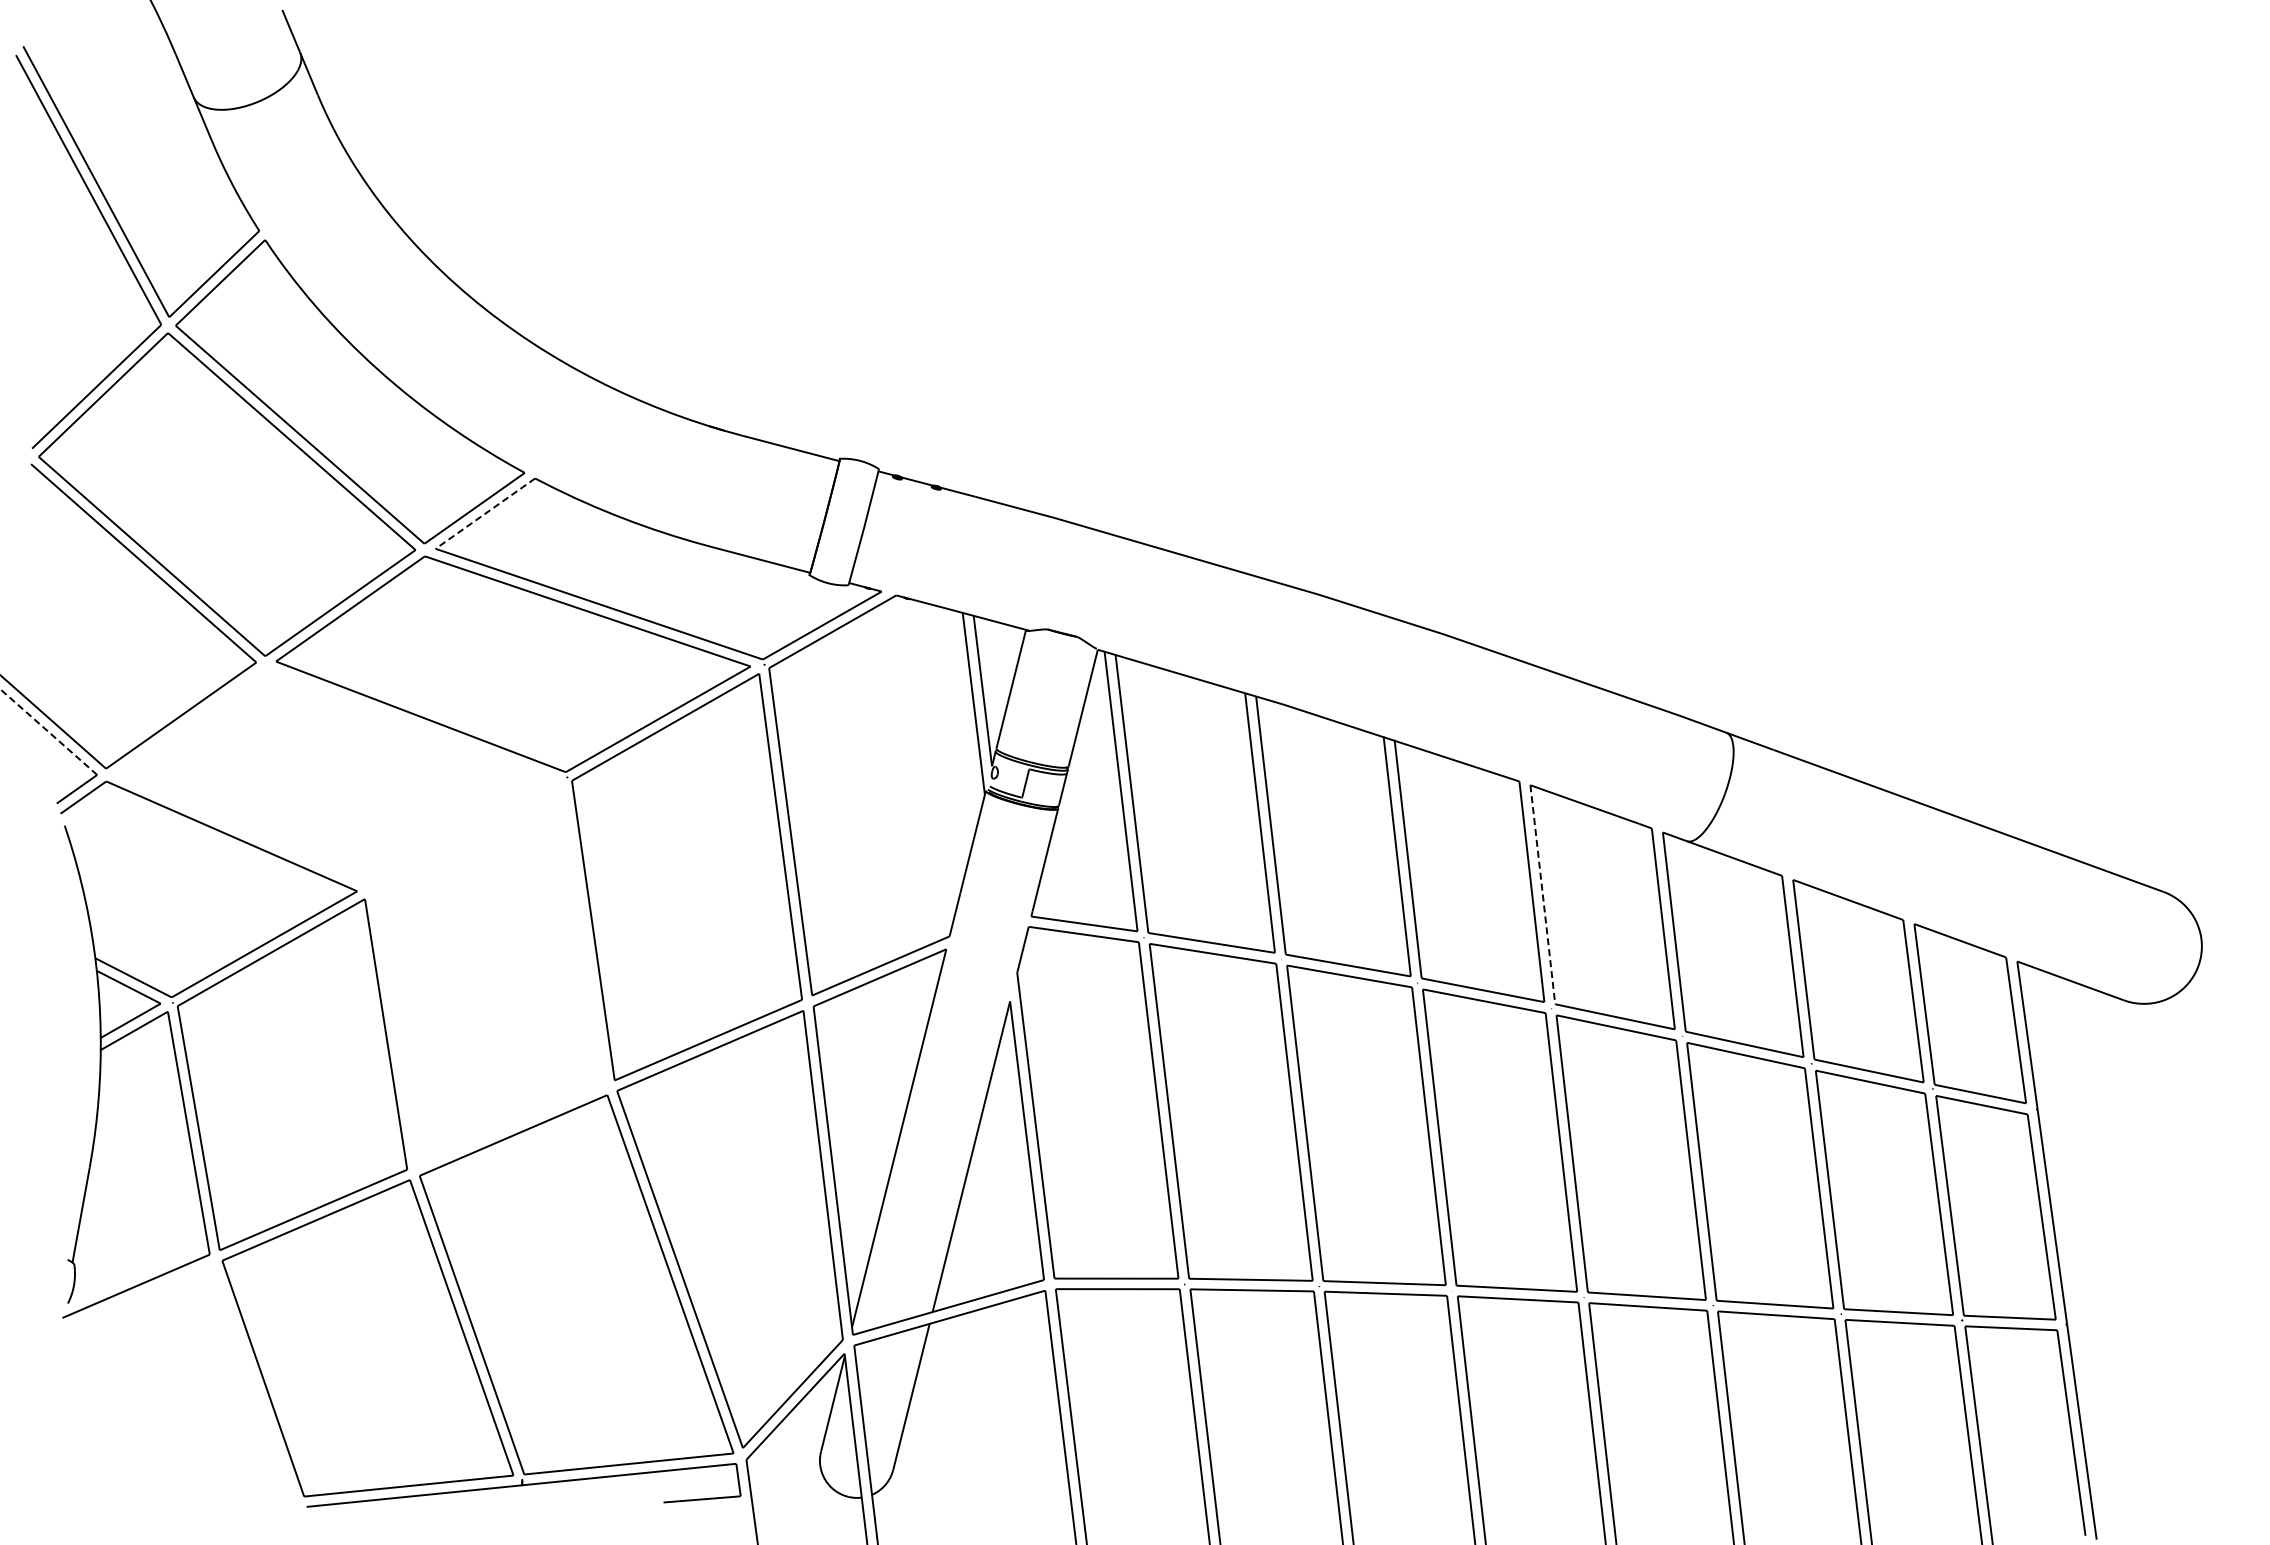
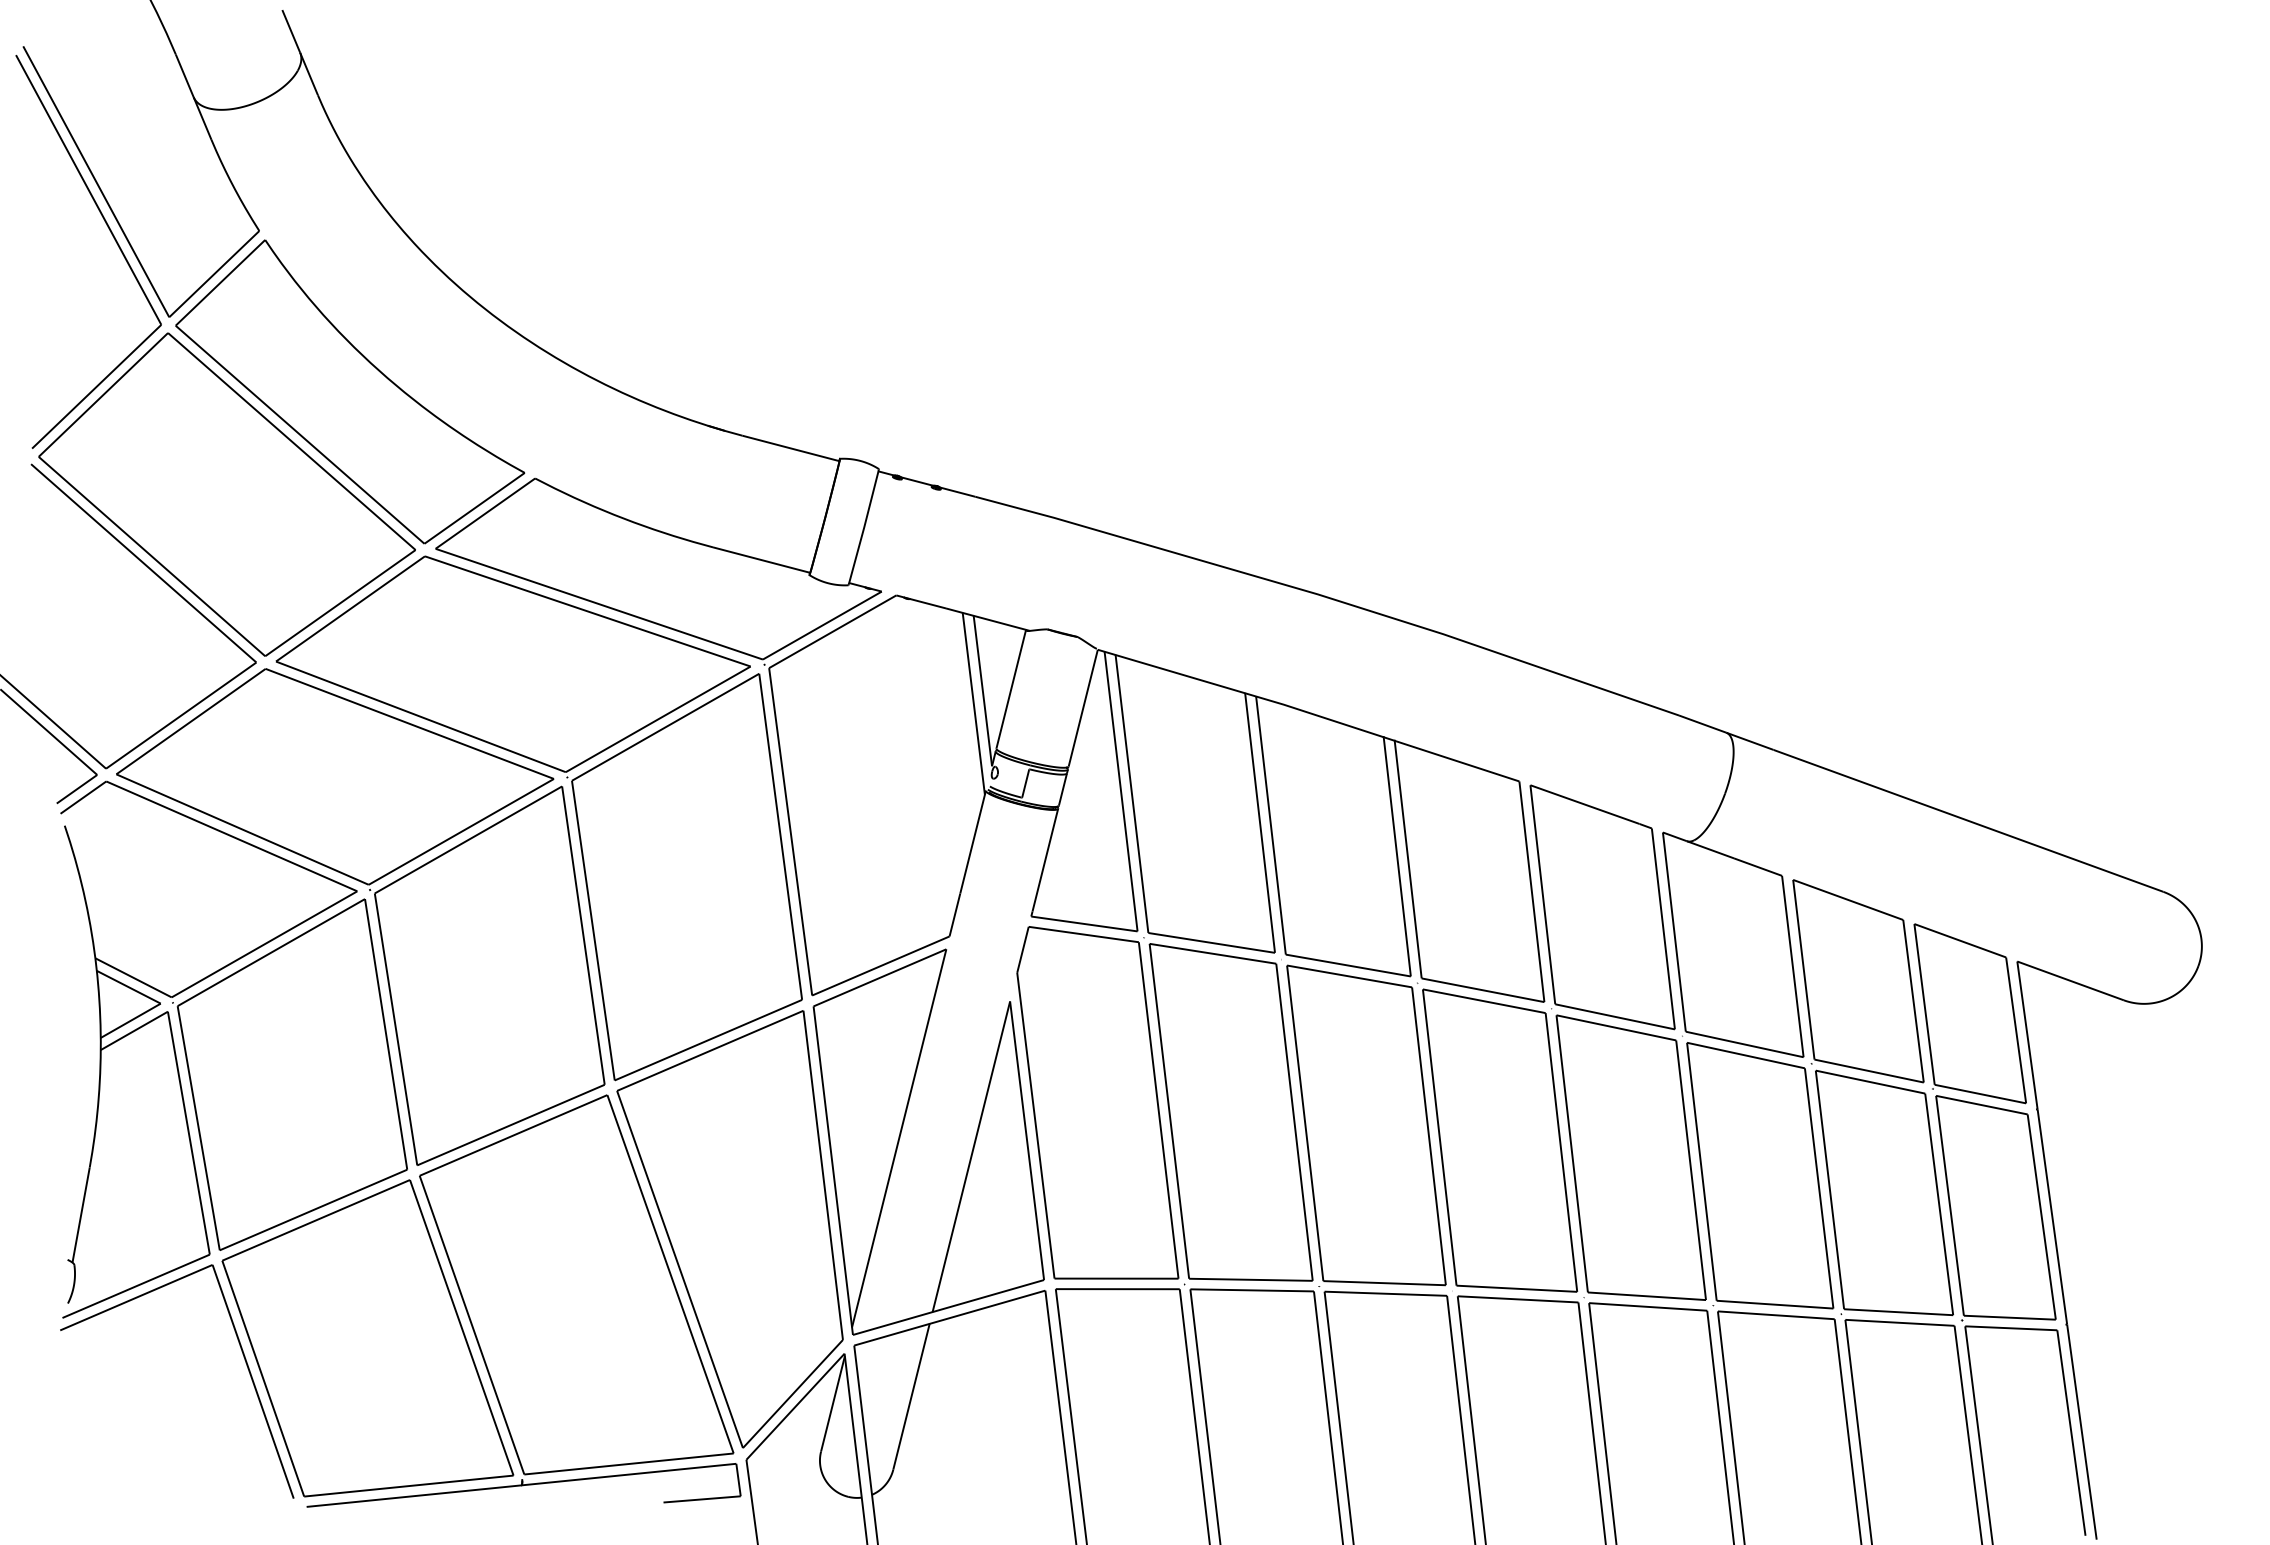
line at (485, 513): dashed -> solid
line at (48, 732): dashed -> solid
line at (1542, 895): dashed -> solid
part at (376, 912): none -> present
part at (244, 1360): none -> present
